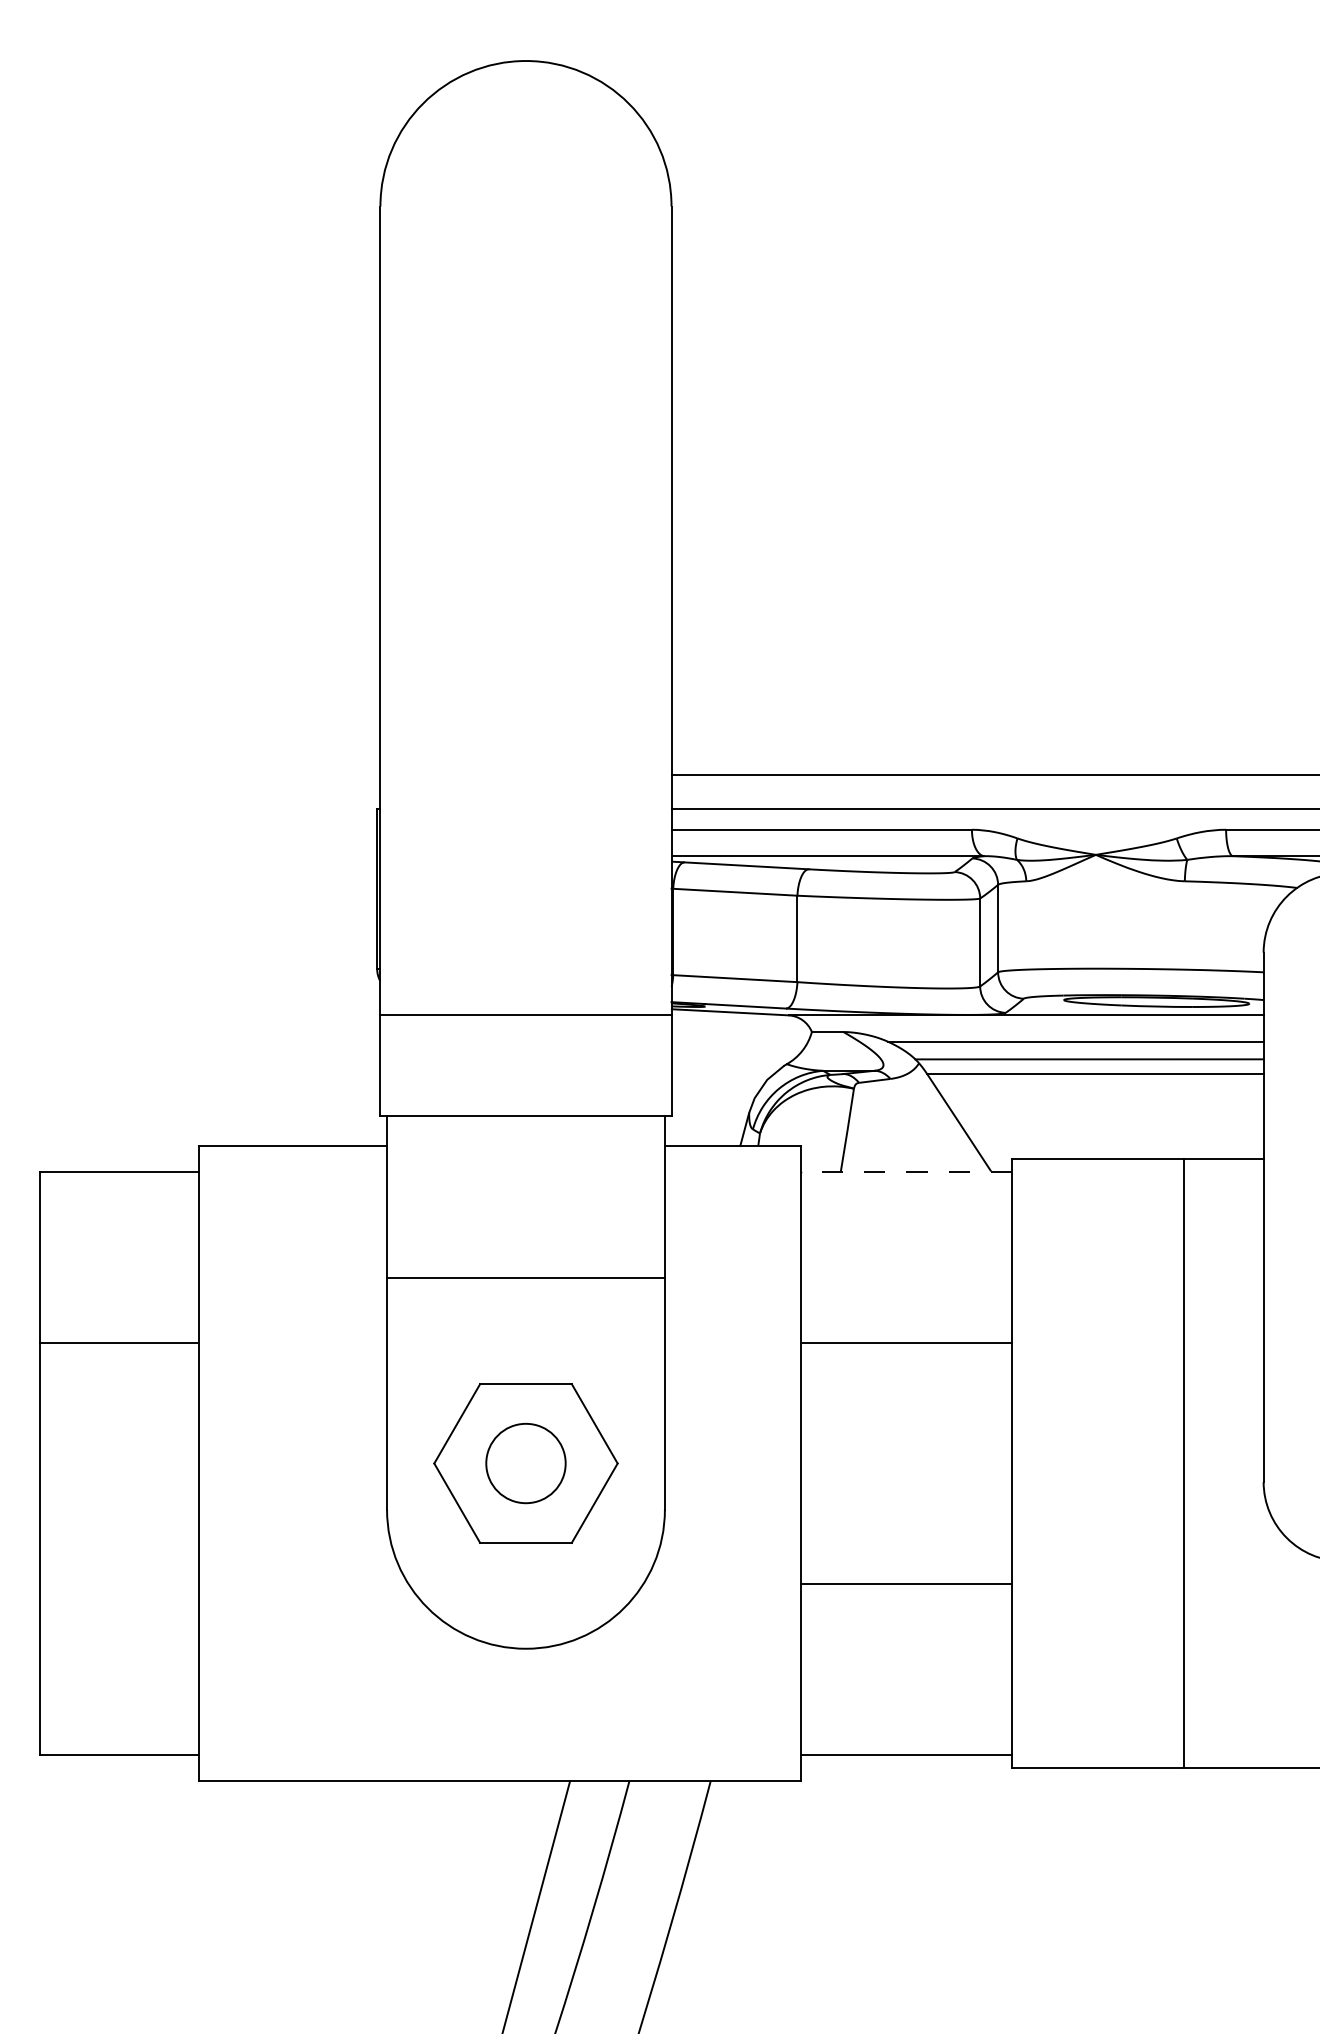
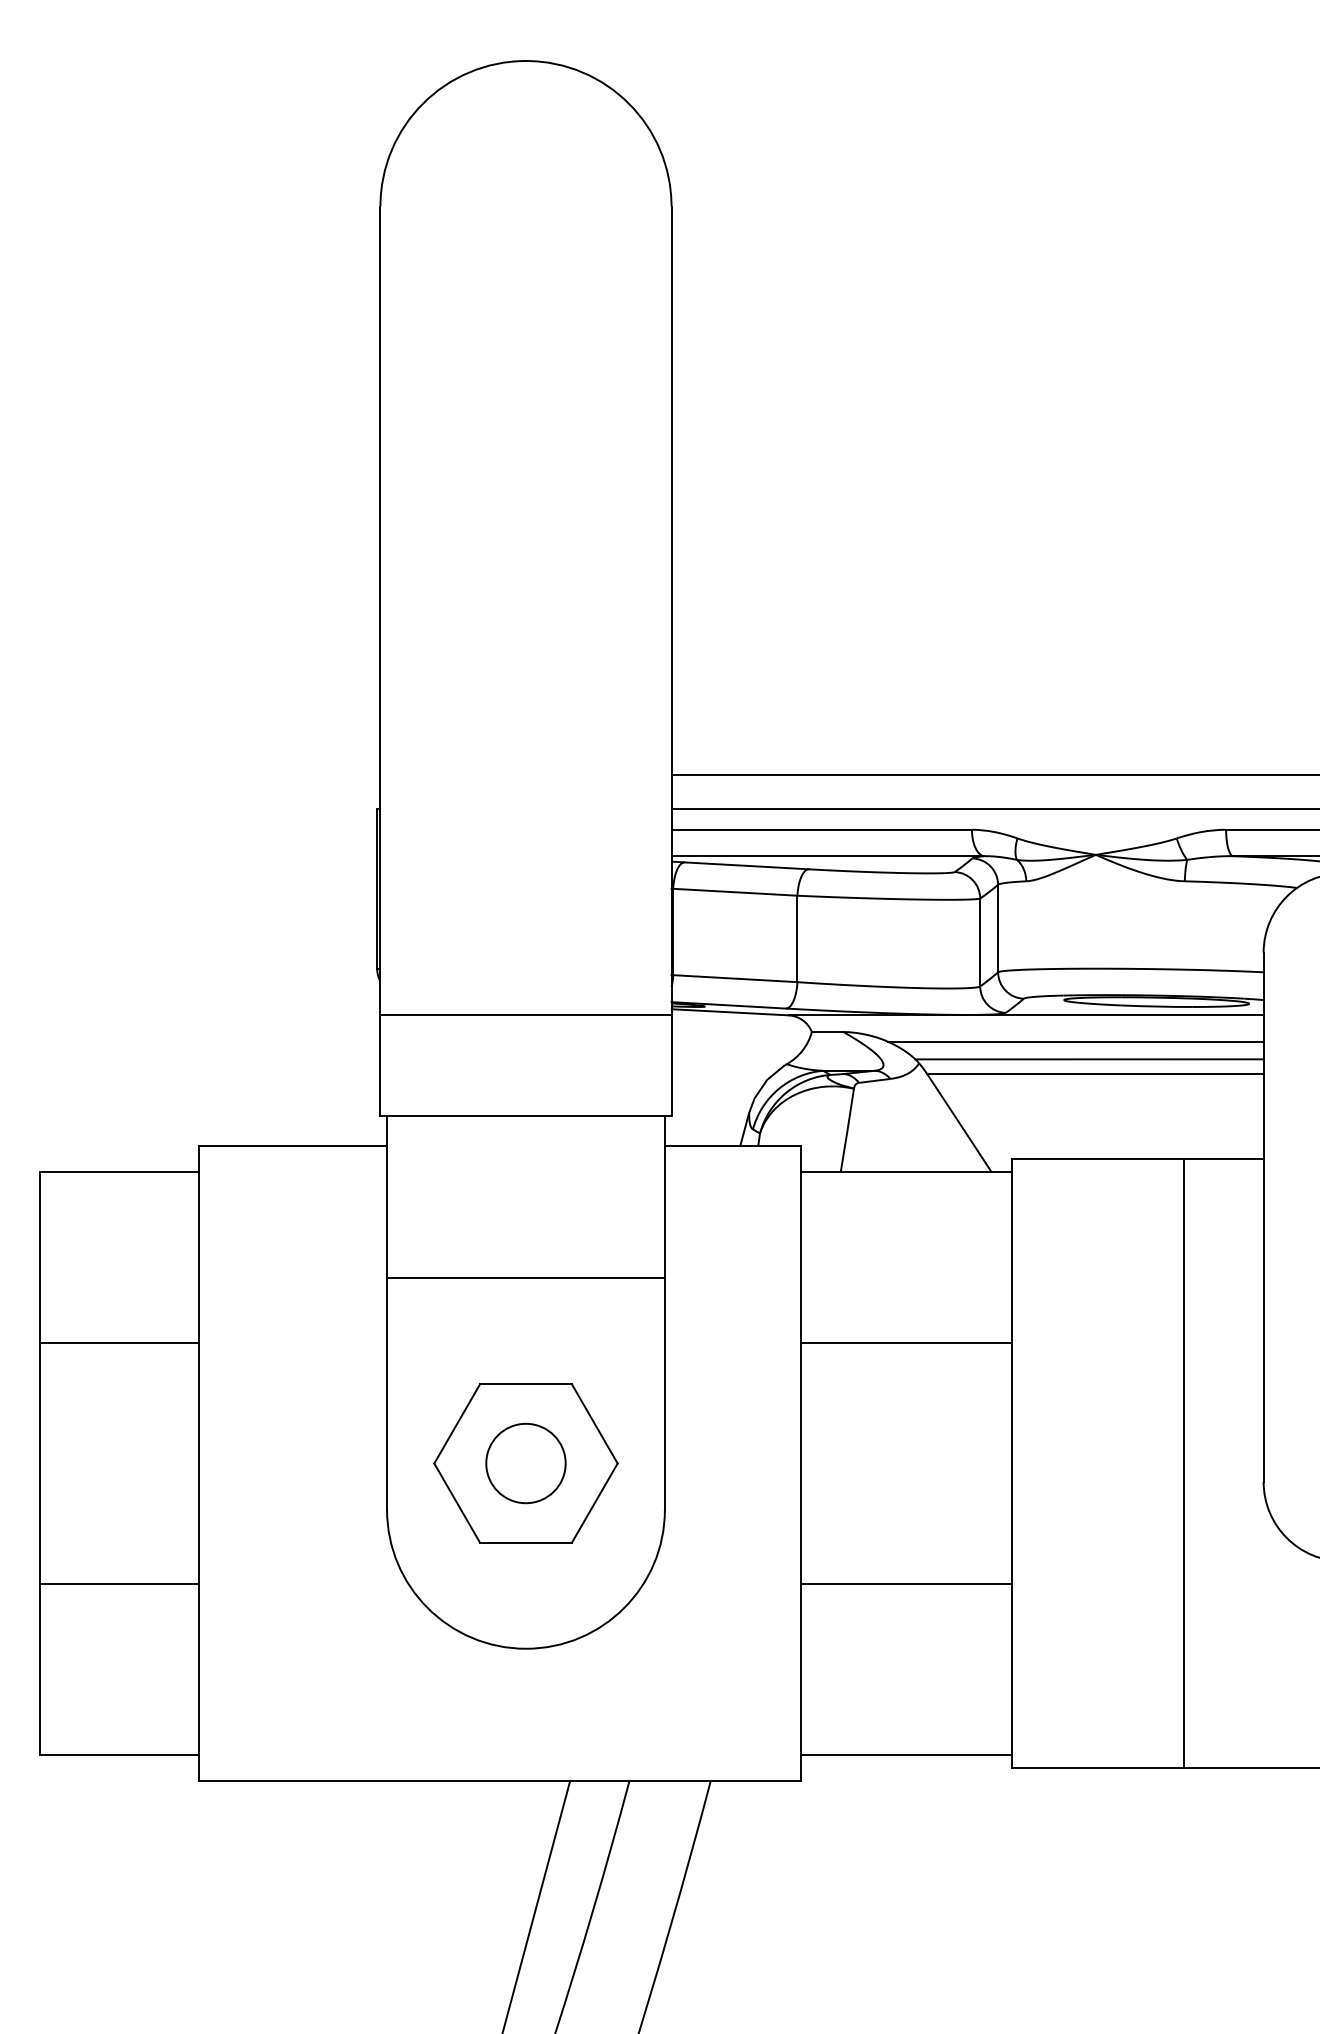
line at (906, 1172): dashed -> solid
line at (118, 1584): none -> present
